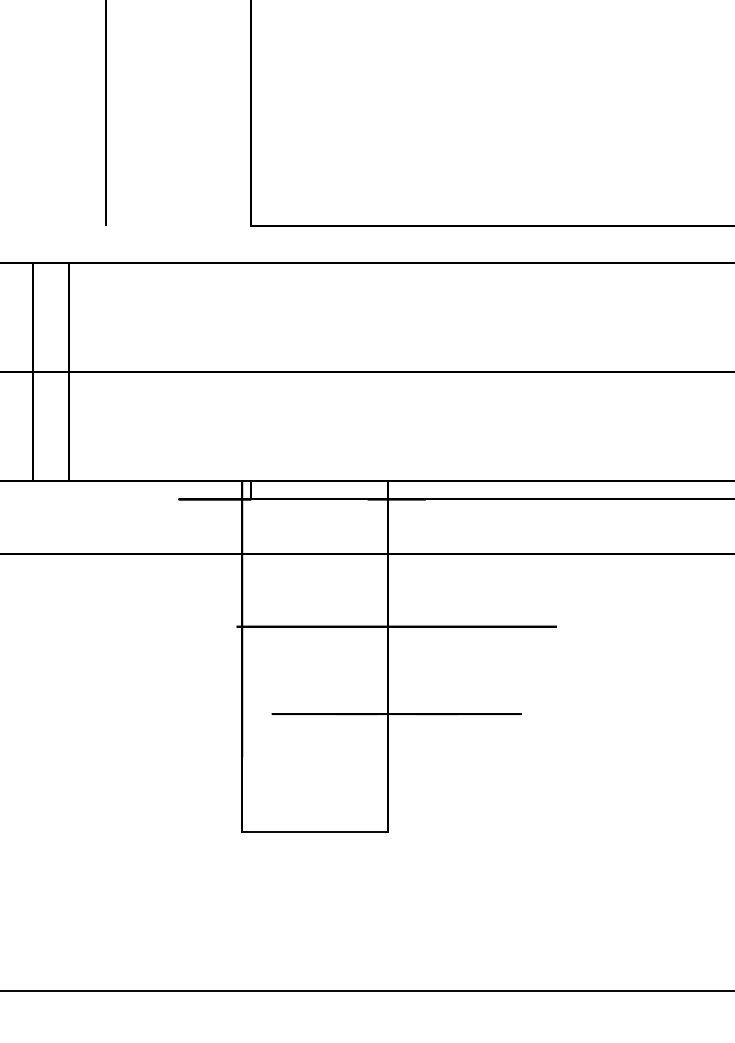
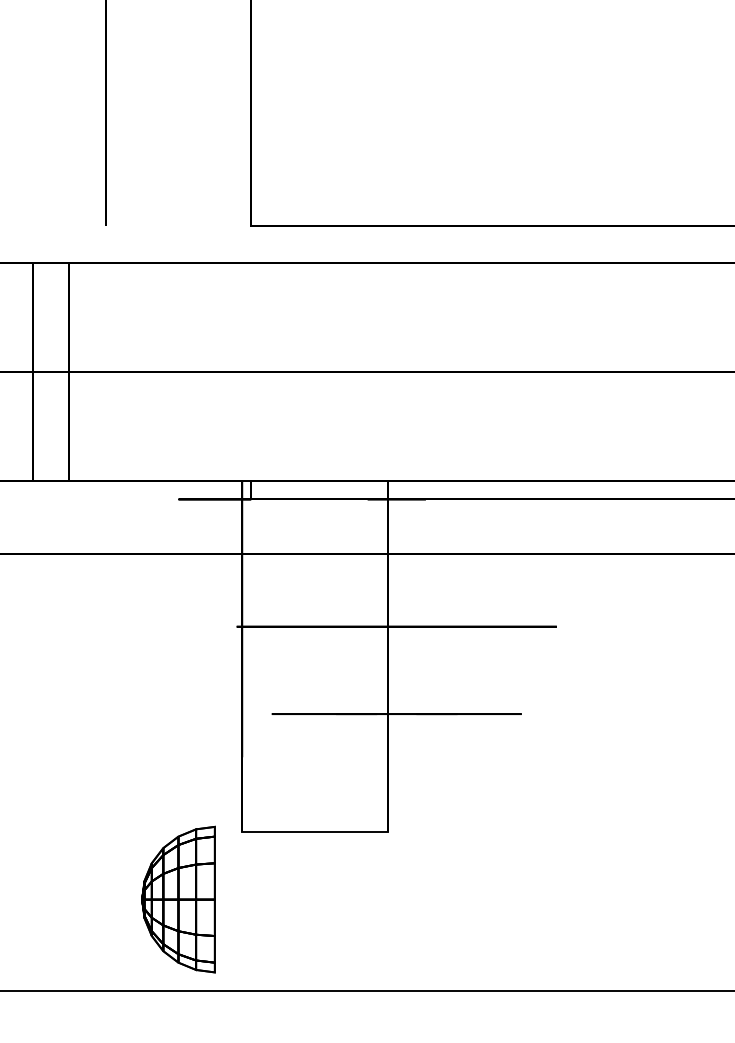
part at (178, 899): none -> present
